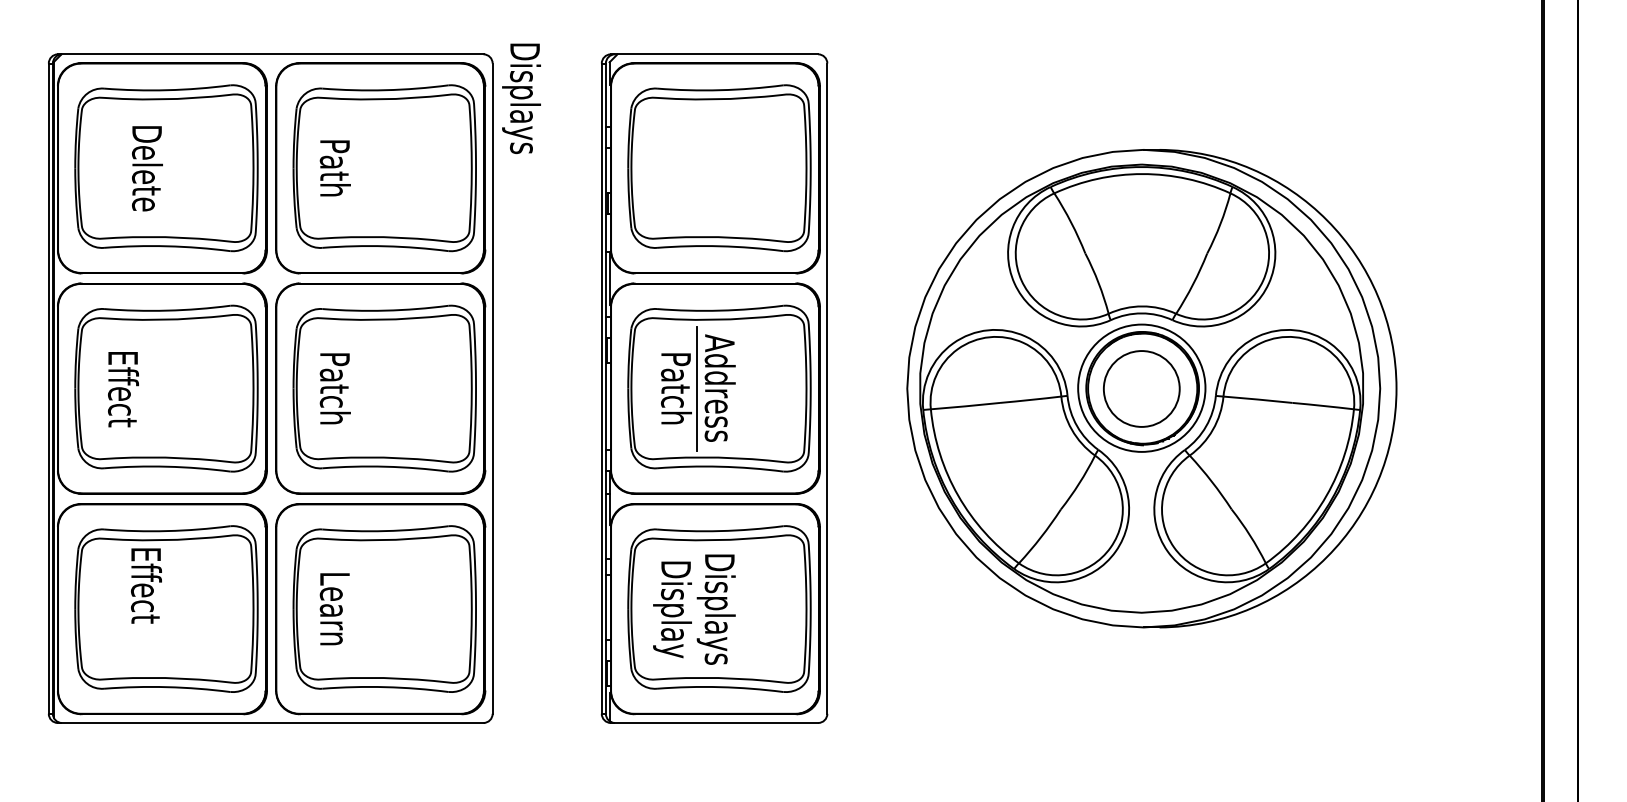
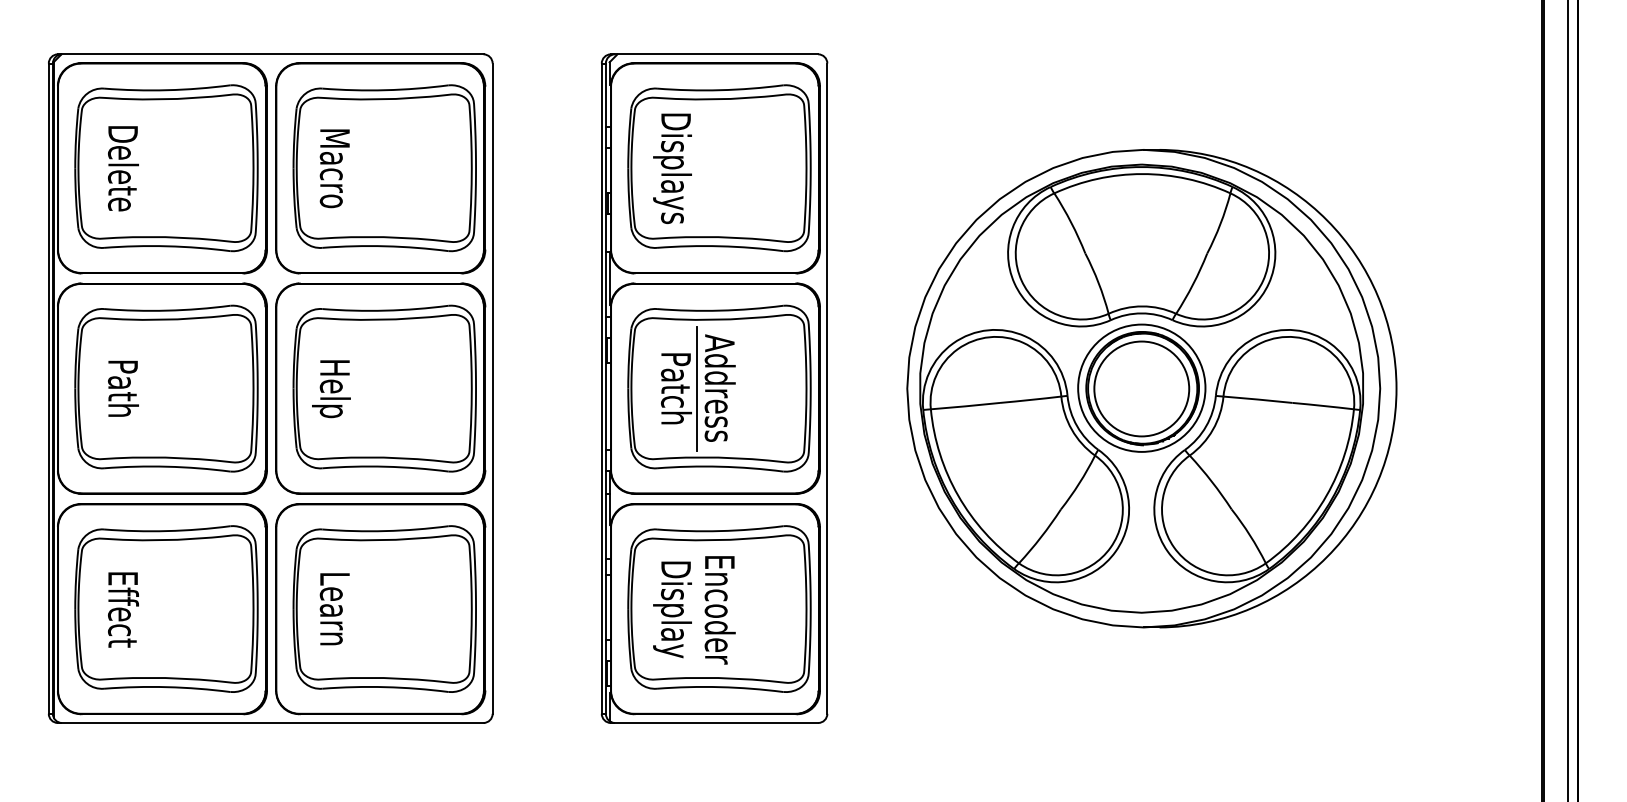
text at (521, 98) position: (521, 98) -> (672, 168)
text at (147, 168) position: (147, 168) -> (123, 168)
text at (334, 168): Path -> Macro
text at (331, 388): Patch -> Help
circle at (1141, 388) diameter: 76 px -> 95 px
text at (122, 389): Effect -> Path
line at (1567, 400): none -> present
text at (146, 585) position: (146, 585) -> (123, 609)
text at (715, 609): Displays -> Encoder
